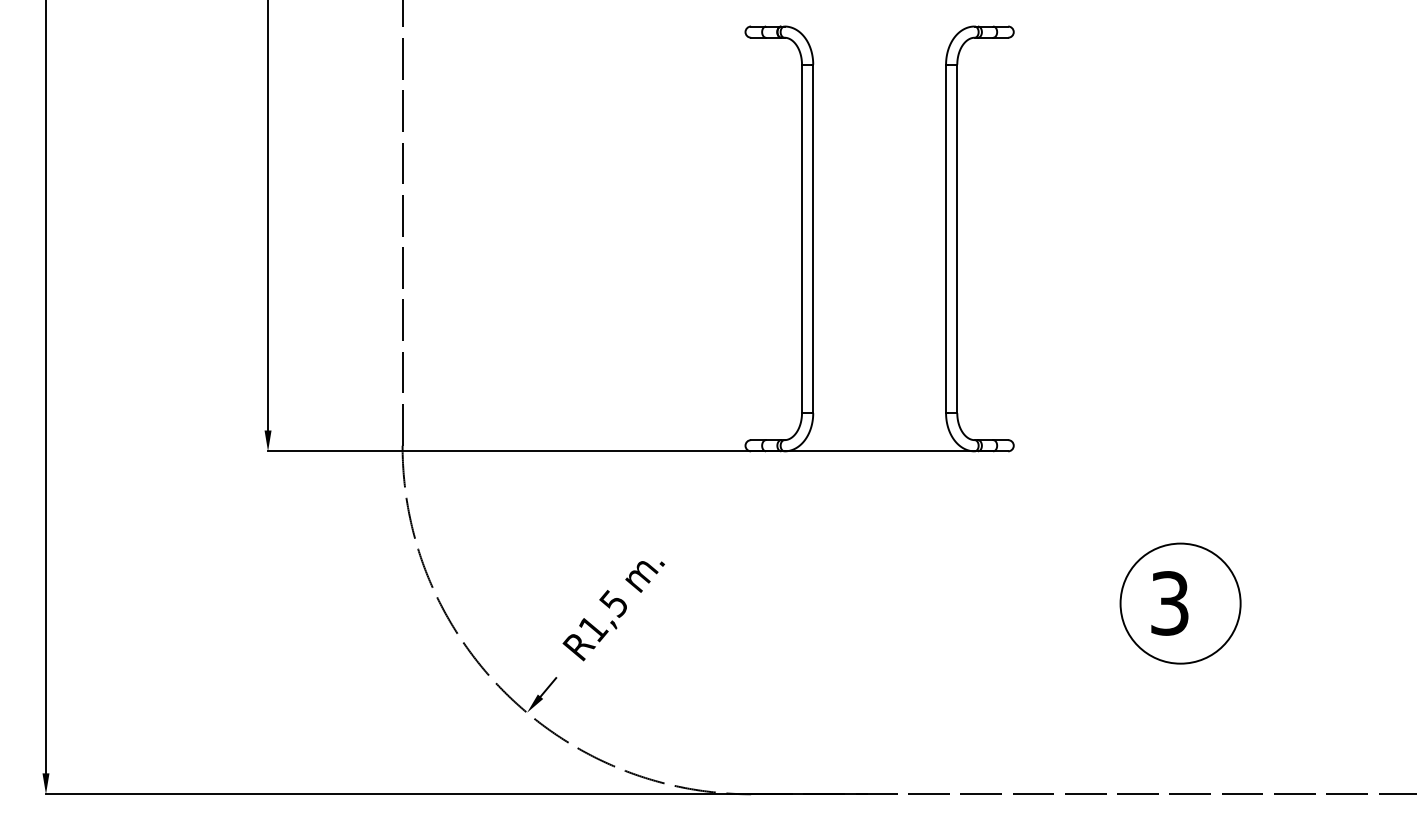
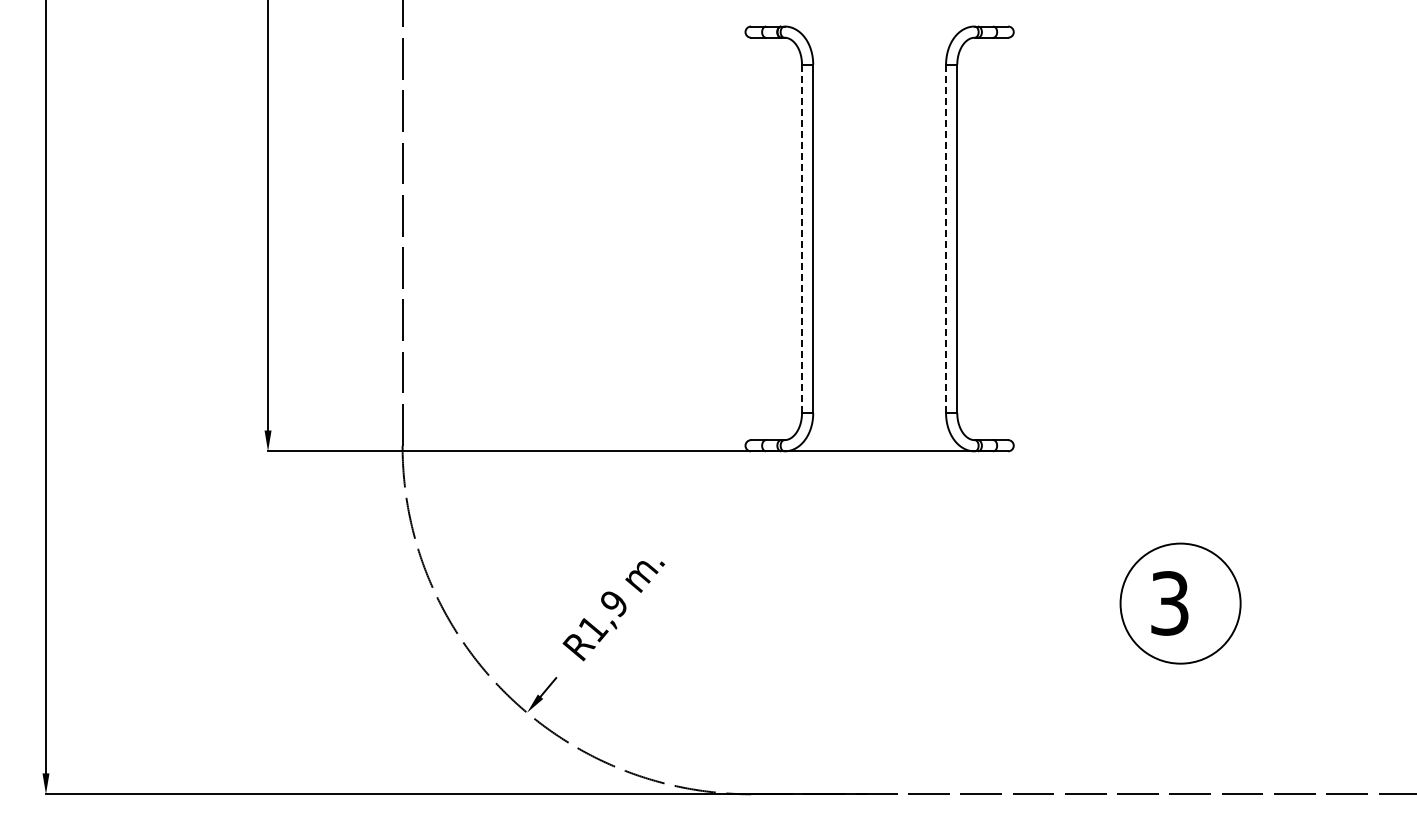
line at (802, 239): solid -> dashed
line at (946, 239): solid -> dashed
text at (612, 603): R1,5 -> R1,9
